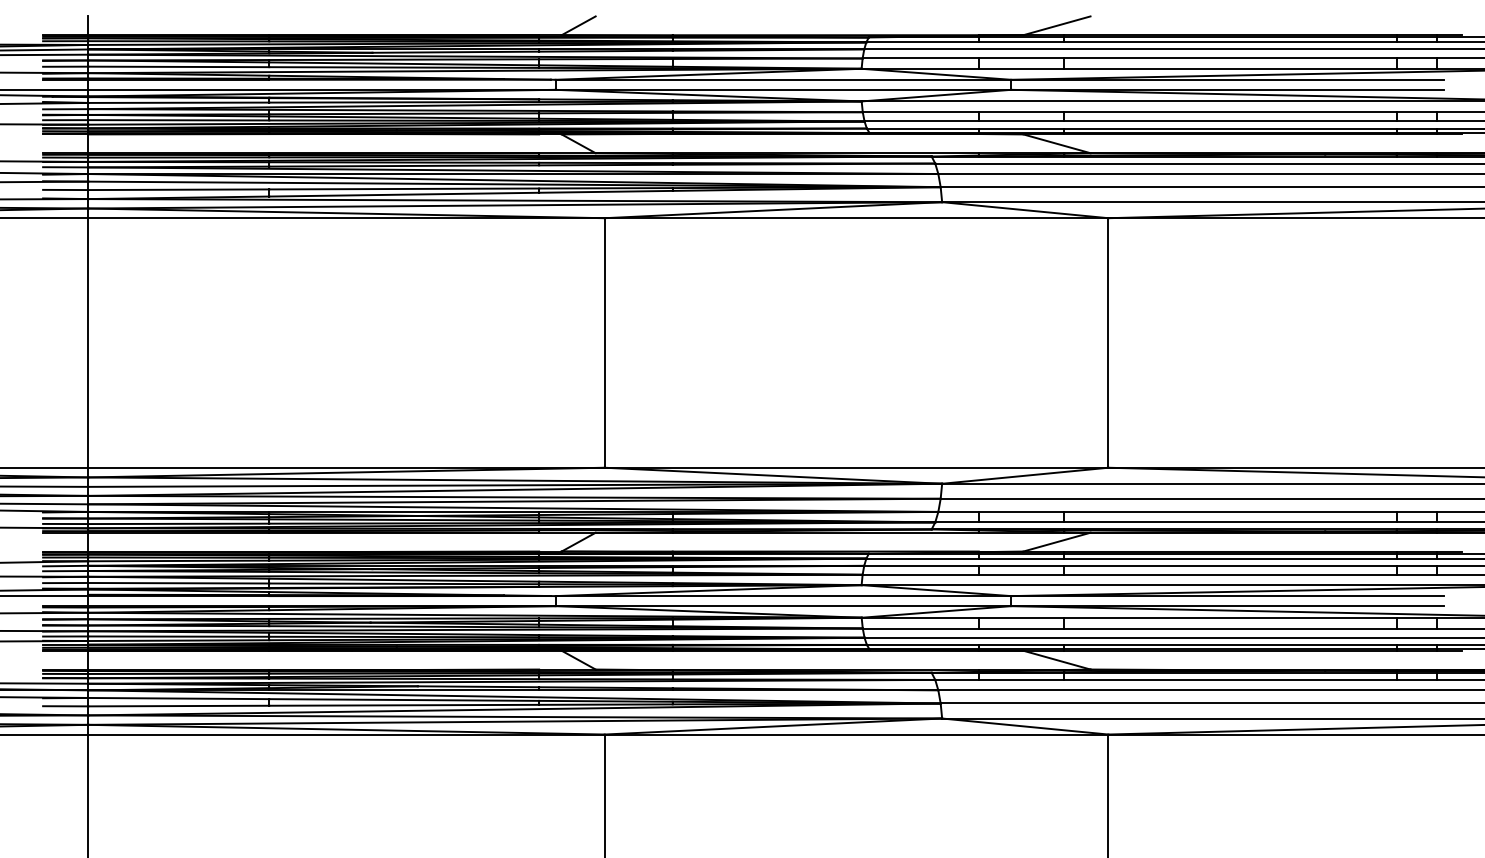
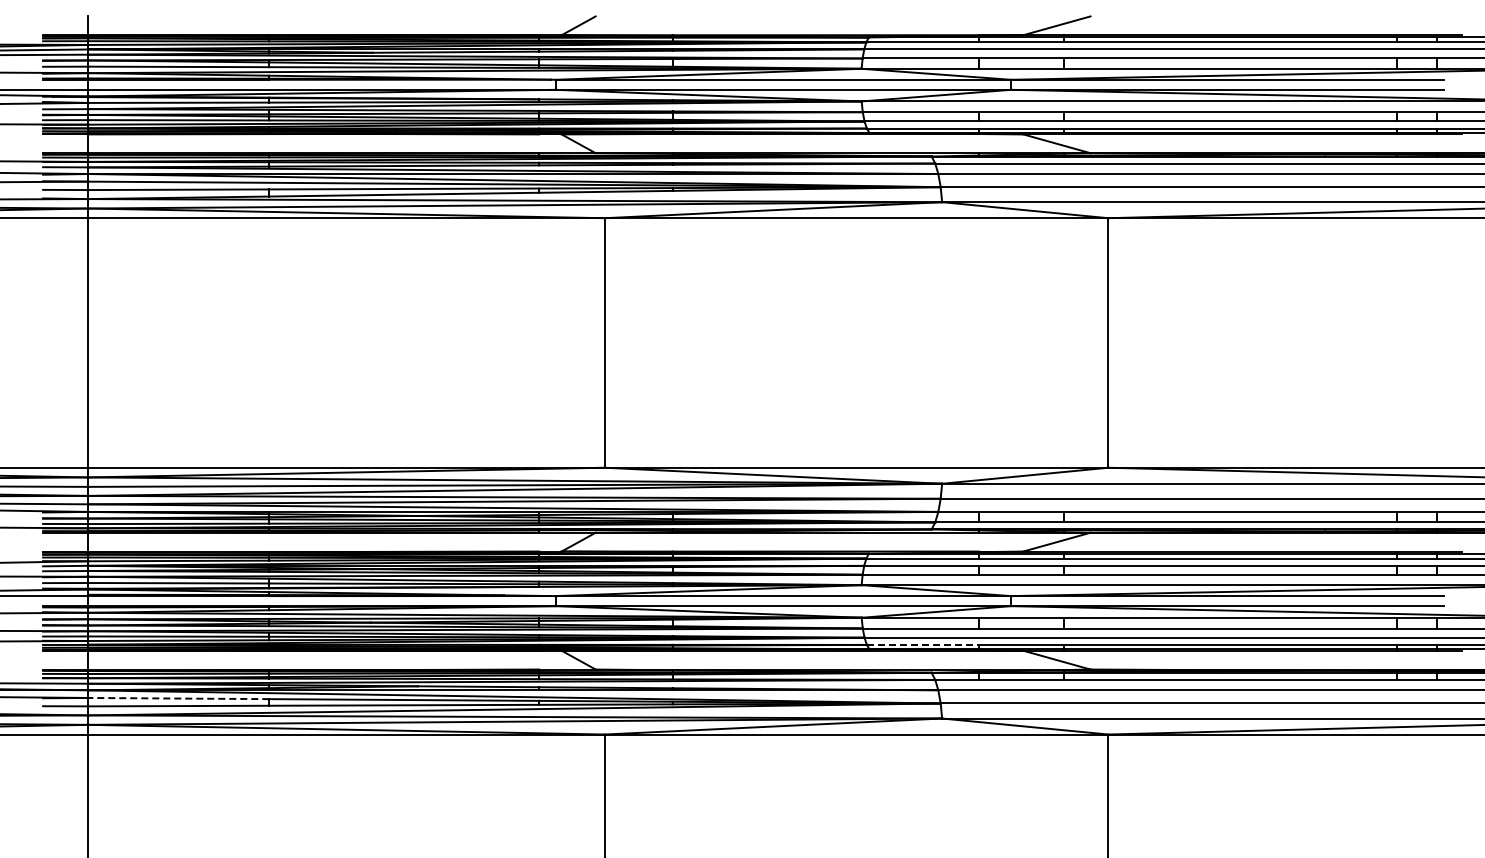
line at (922, 644): solid -> dashed
line at (178, 698): solid -> dashed
